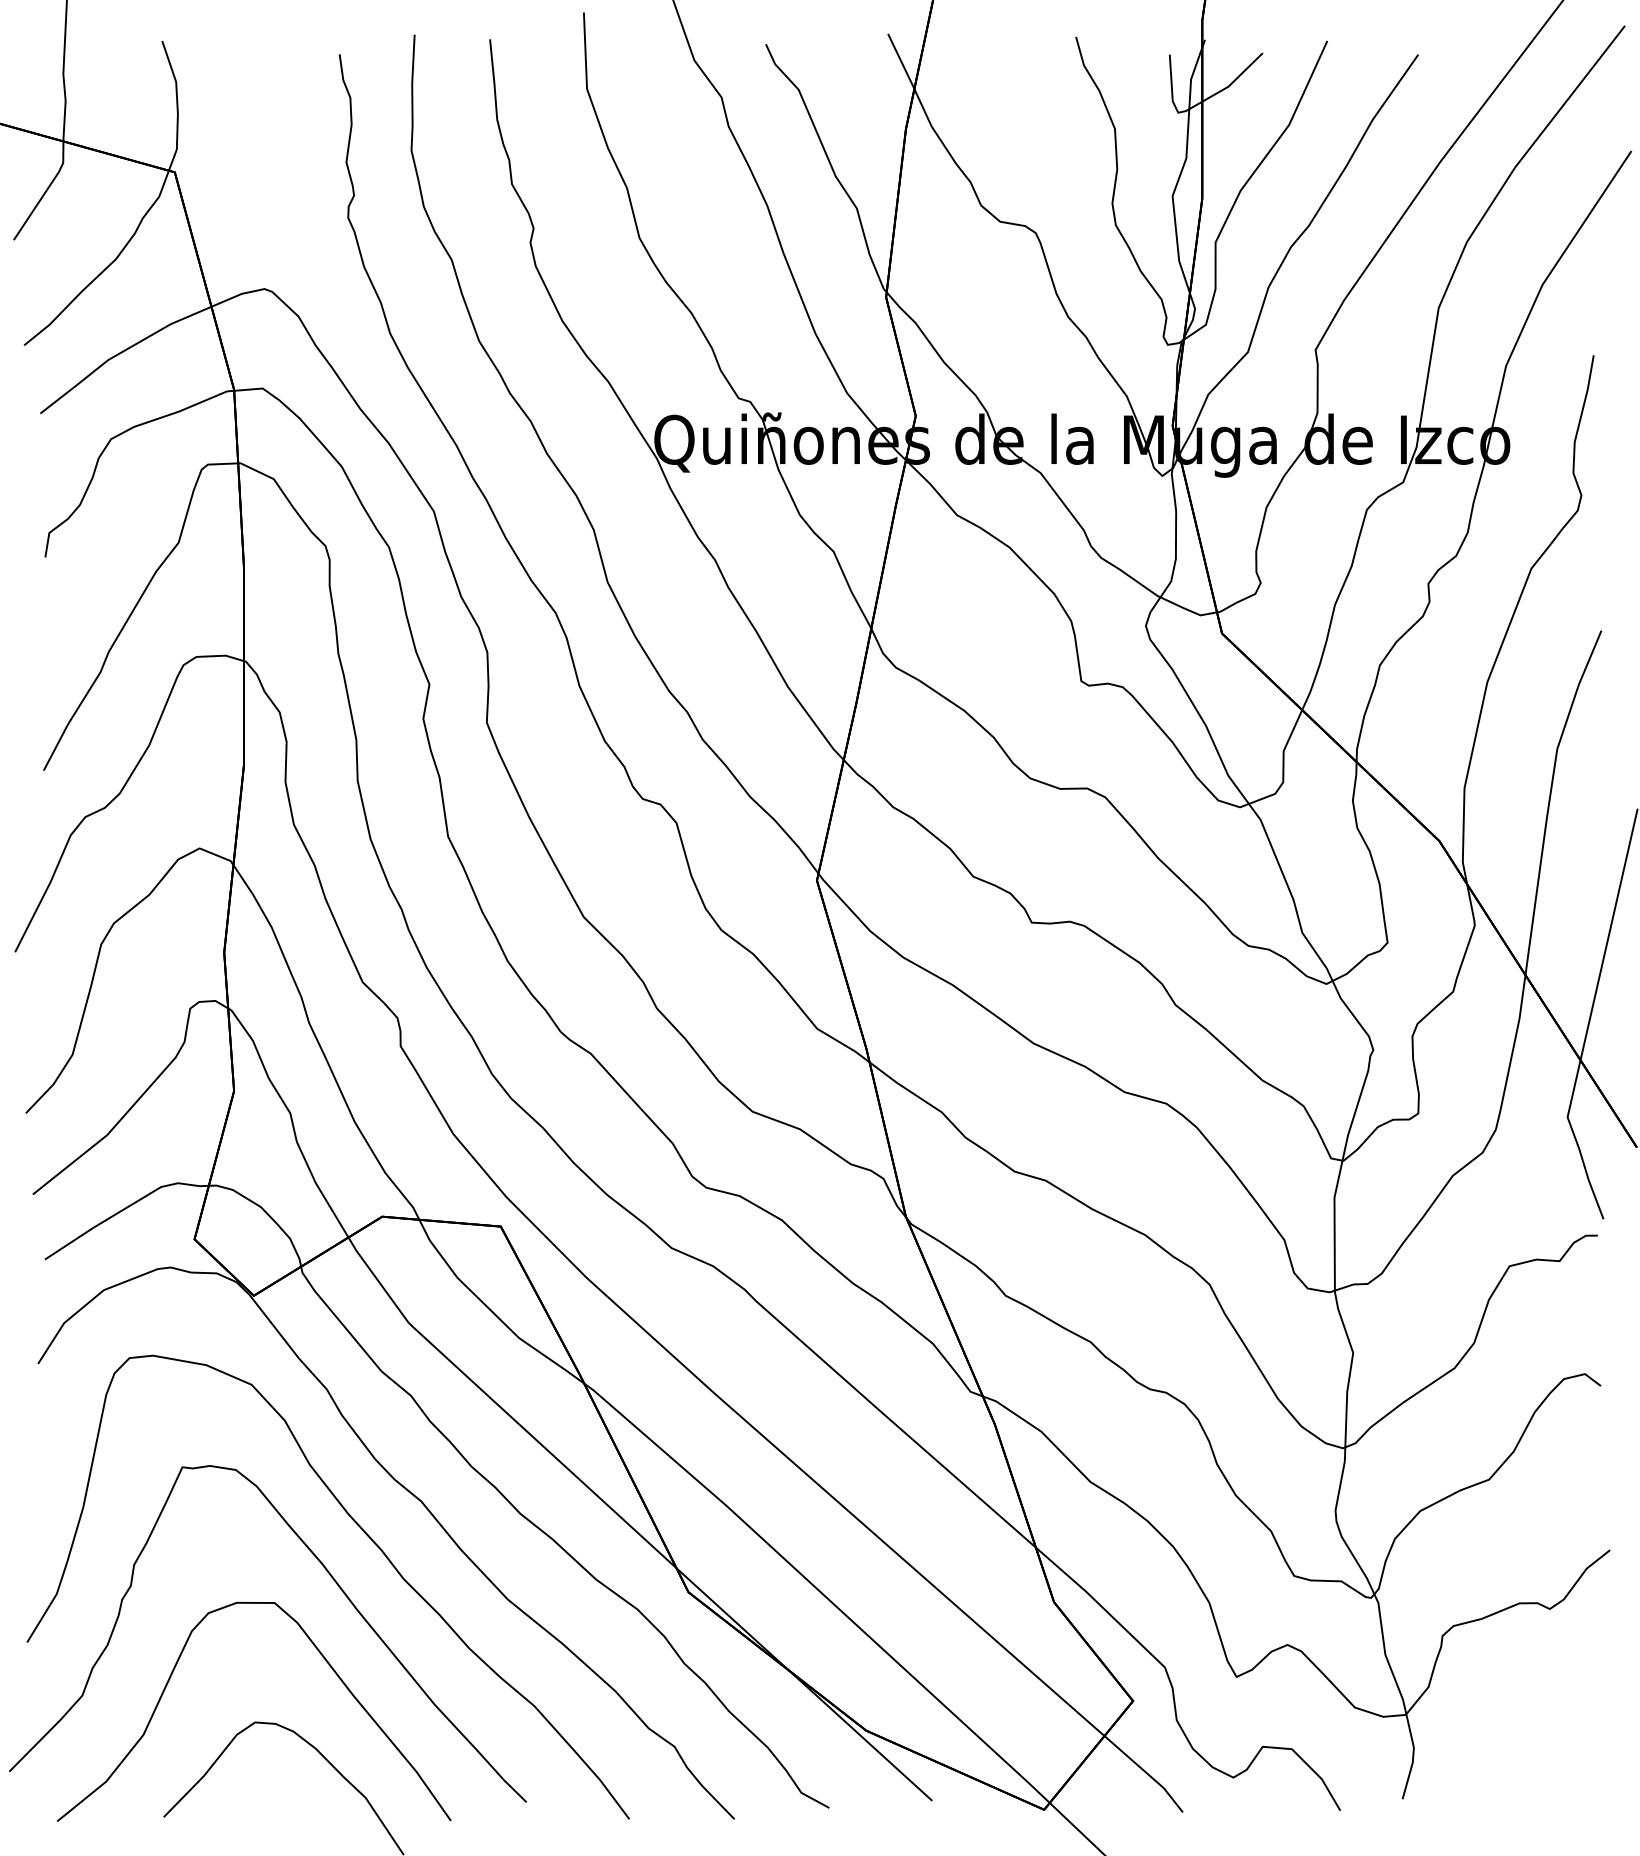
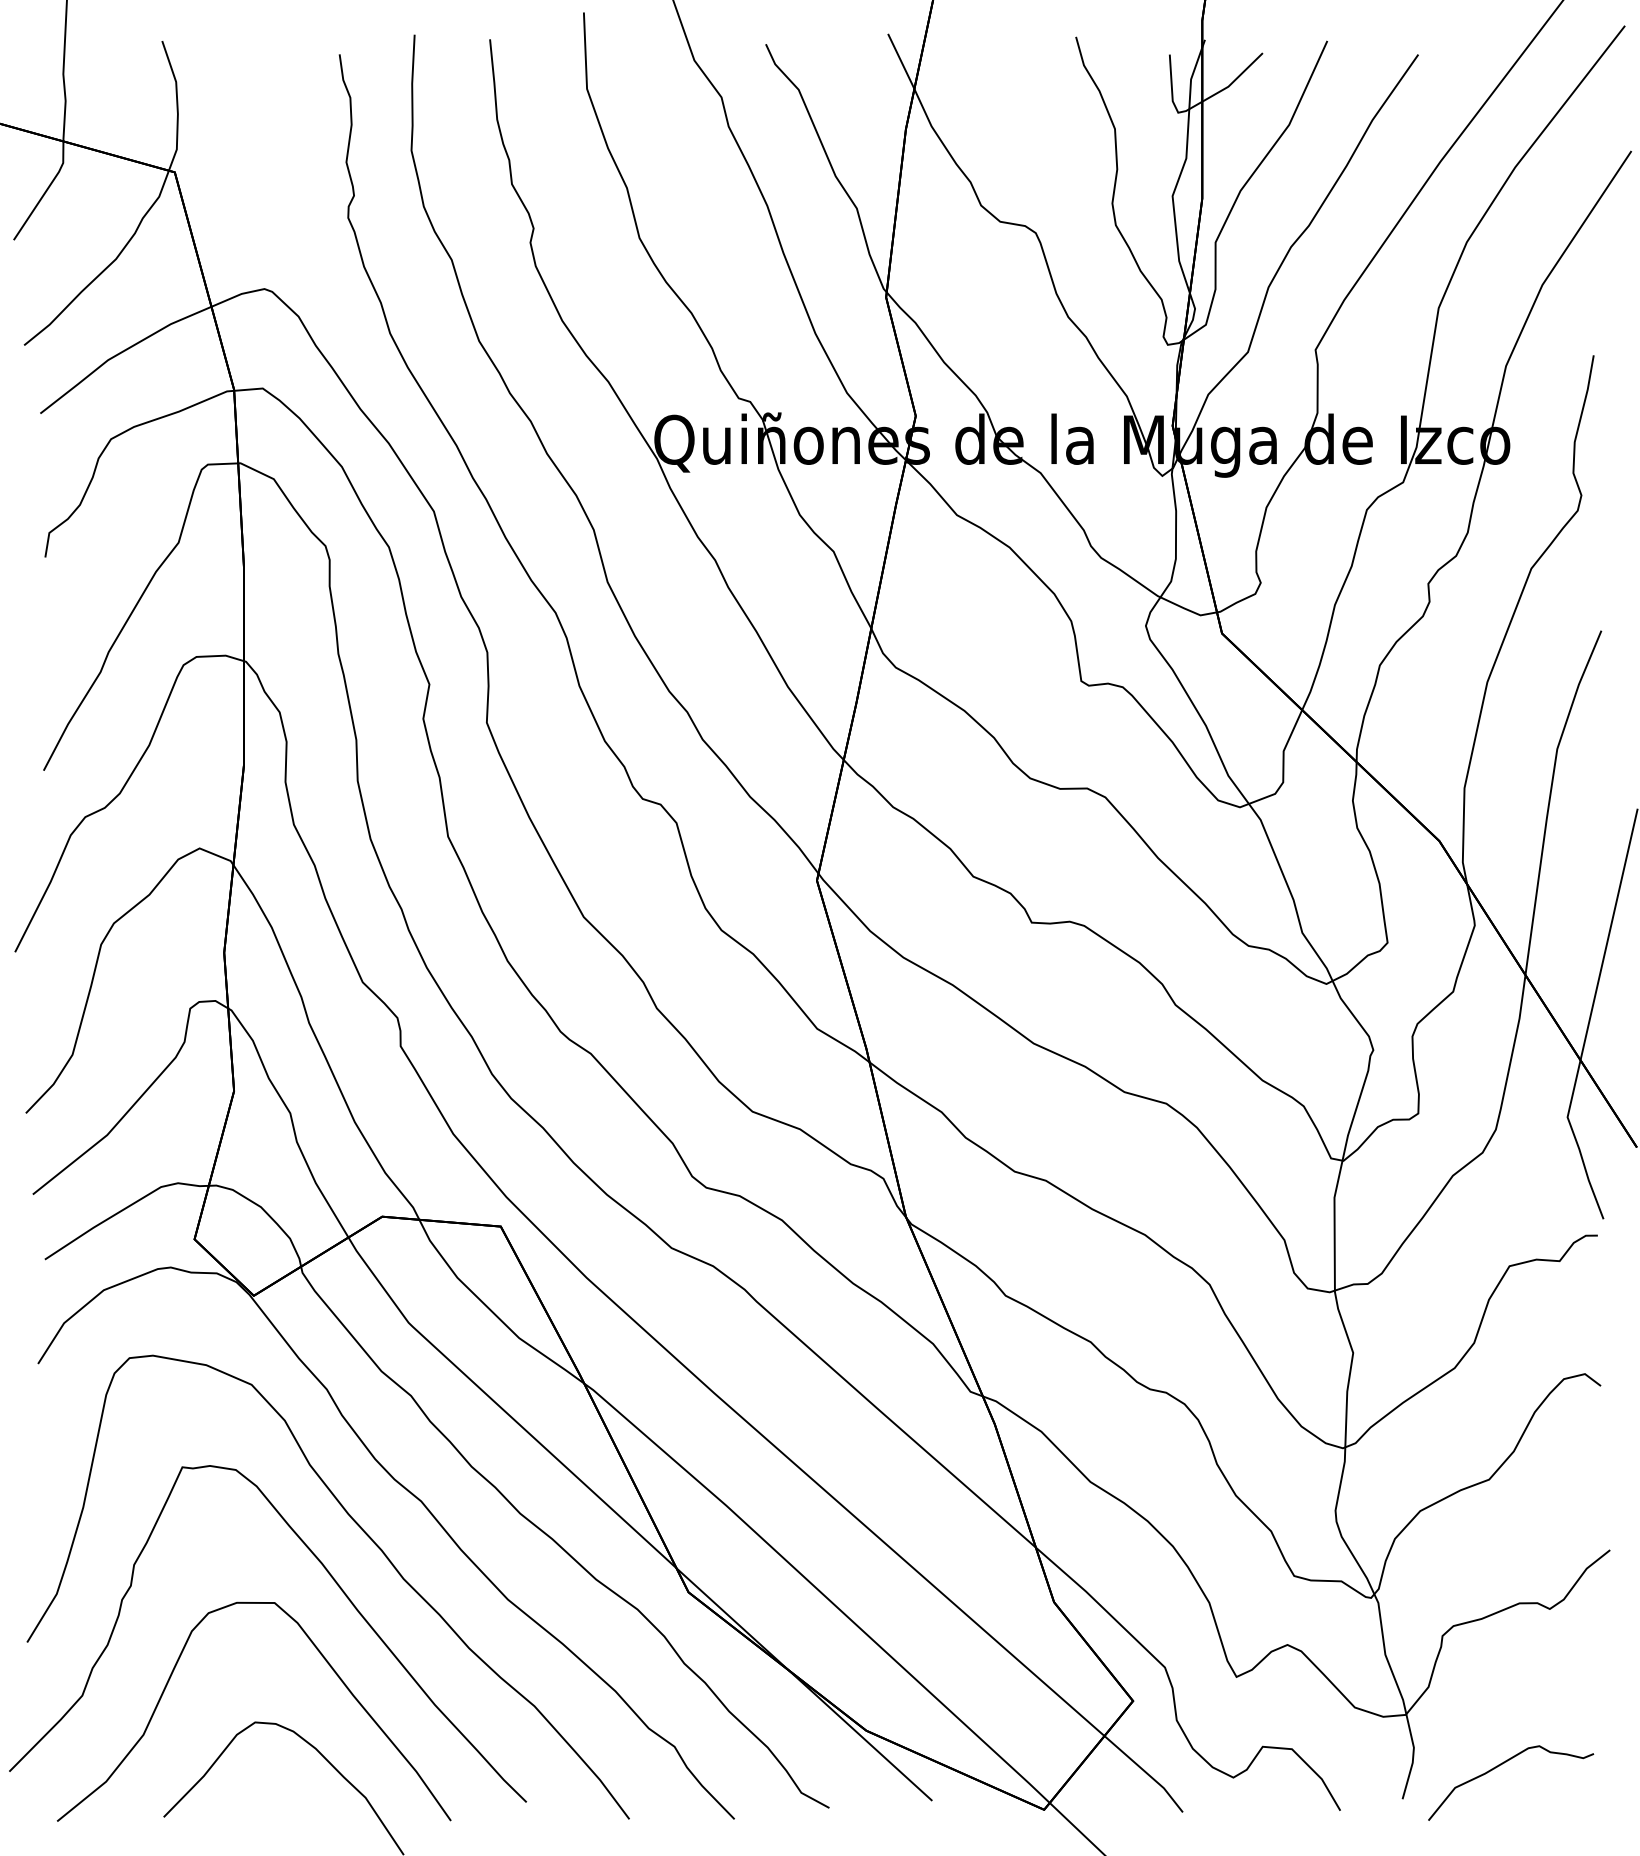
curve at (1501, 1765): none -> present
